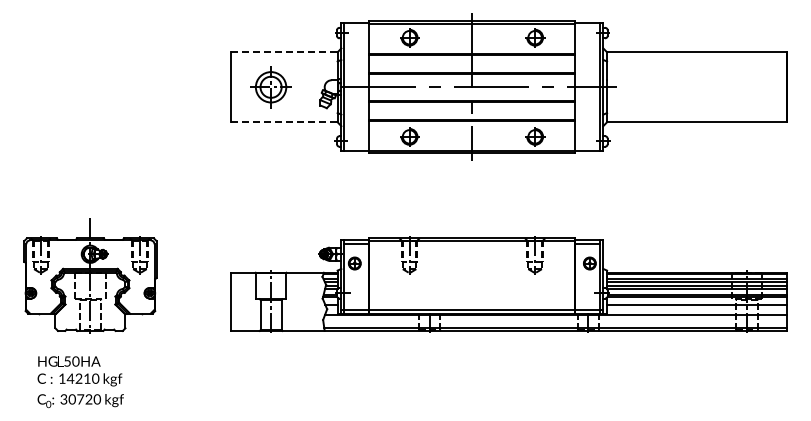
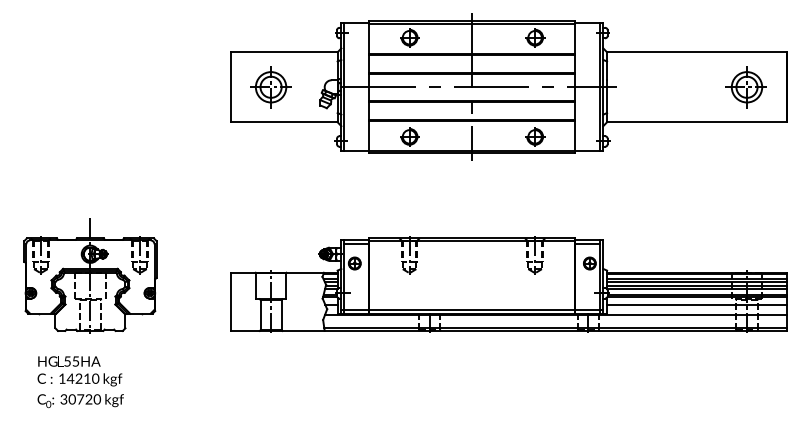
line at (285, 52): dashed -> solid
part at (745, 87): none -> present
line at (285, 122): dashed -> solid
text at (75, 361): 50HA -> 55HA
